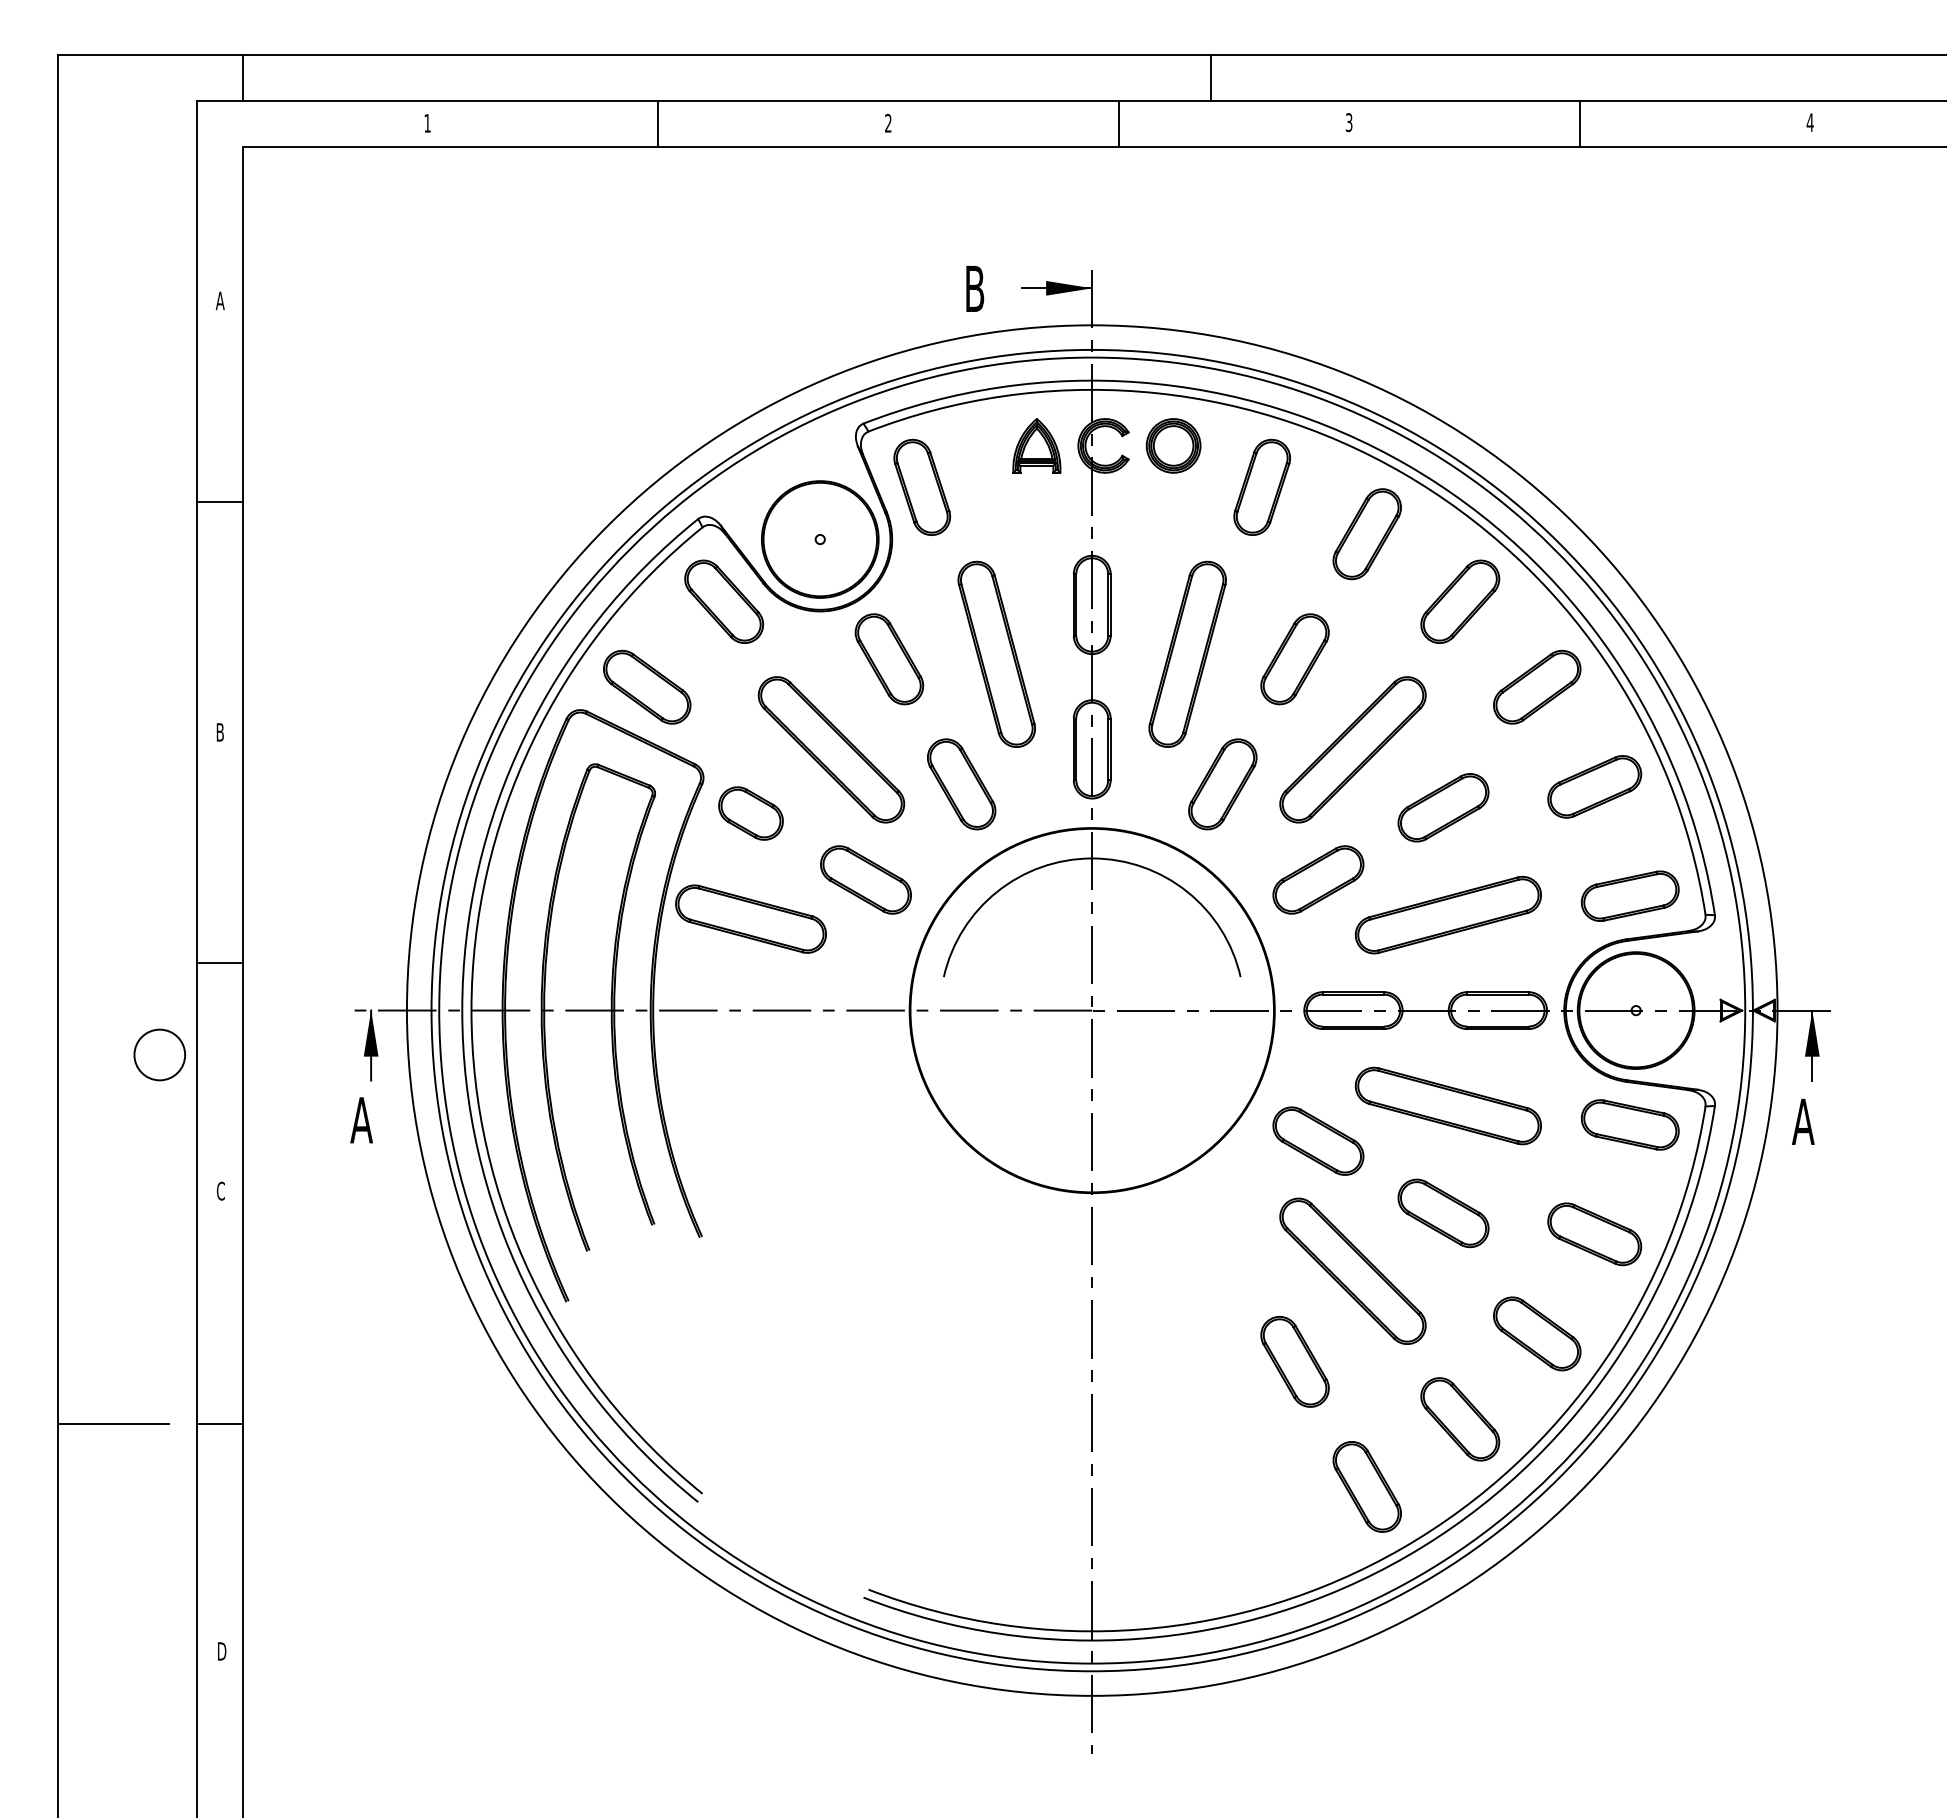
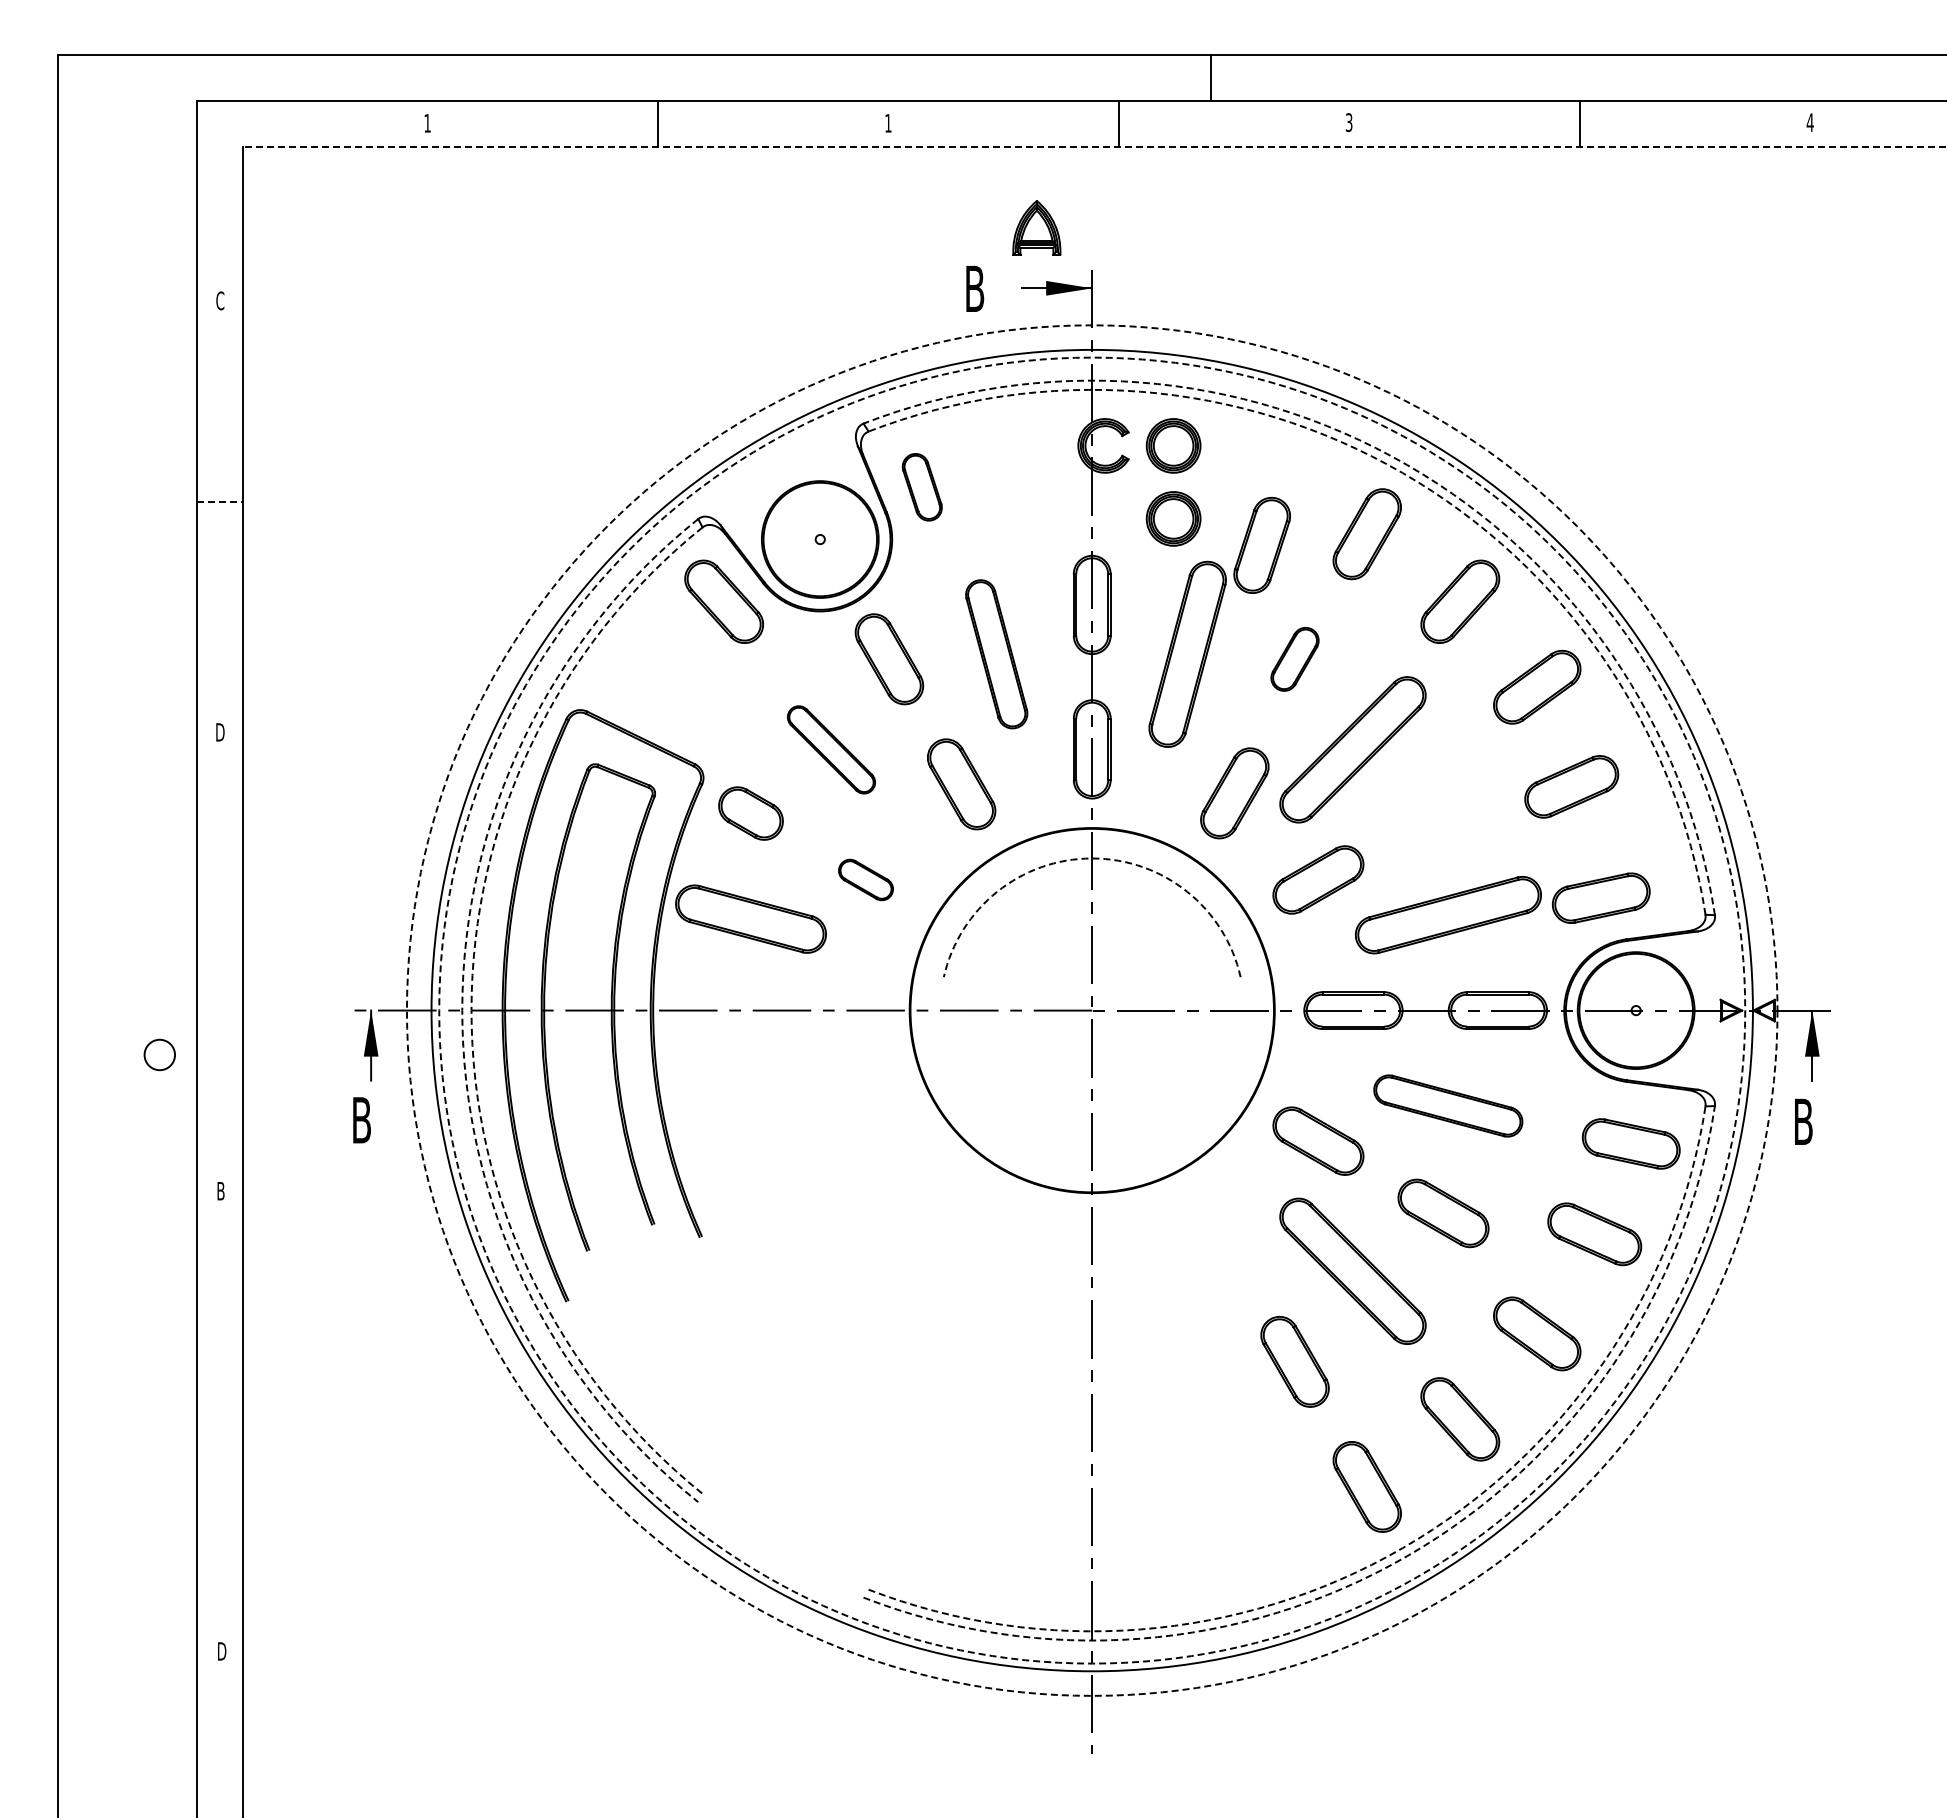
line at (242, 77): present -> none
text at (888, 122): 2 -> 1
line at (1094, 146): solid -> dashed
text at (219, 300): A -> C
part at (1036, 445) position: (1036, 445) -> (1036, 227)
arc at (1407, 465): solid -> dashed
arc at (1402, 473): solid -> dashed
part at (922, 486) size: 59x98 px -> 42x69 px
part at (1262, 486) position: (1262, 486) -> (1262, 544)
line at (220, 501): solid -> dashed
part at (1173, 518): none -> present
part at (996, 653) size: 79x188 px -> 64x151 px
part at (1294, 659) size: 70x93 px -> 50x65 px
part at (647, 686): present -> none
text at (220, 732): B -> D
part at (831, 749) size: 149x148 px -> 89x90 px
part at (1222, 784) position: (1222, 784) -> (1234, 793)
part at (1594, 786) position: (1594, 786) -> (1571, 786)
part at (1443, 807): present -> none
arc at (1092, 858): solid -> dashed
part at (865, 879) size: 92x70 px -> 56x44 px
part at (1630, 895) position: (1630, 895) -> (1601, 897)
line at (219, 962): present -> none
arc at (462, 1010): solid -> dashed
arc at (471, 1010): solid -> dashed
circle at (1091, 1010): solid -> dashed
circle at (1092, 1010): solid -> dashed
circle at (159, 1054) diameter: 51 px -> 30 px
part at (1447, 1105) size: 188x80 px -> 151x64 px
text at (361, 1120): A -> B
text at (1803, 1121): A -> B
part at (1630, 1124) position: (1630, 1124) -> (1631, 1143)
text at (220, 1190): C -> B
line at (113, 1423): present -> none
line at (219, 1423): present -> none
arc at (1402, 1548): solid -> dashed
arc at (1407, 1556): solid -> dashed
